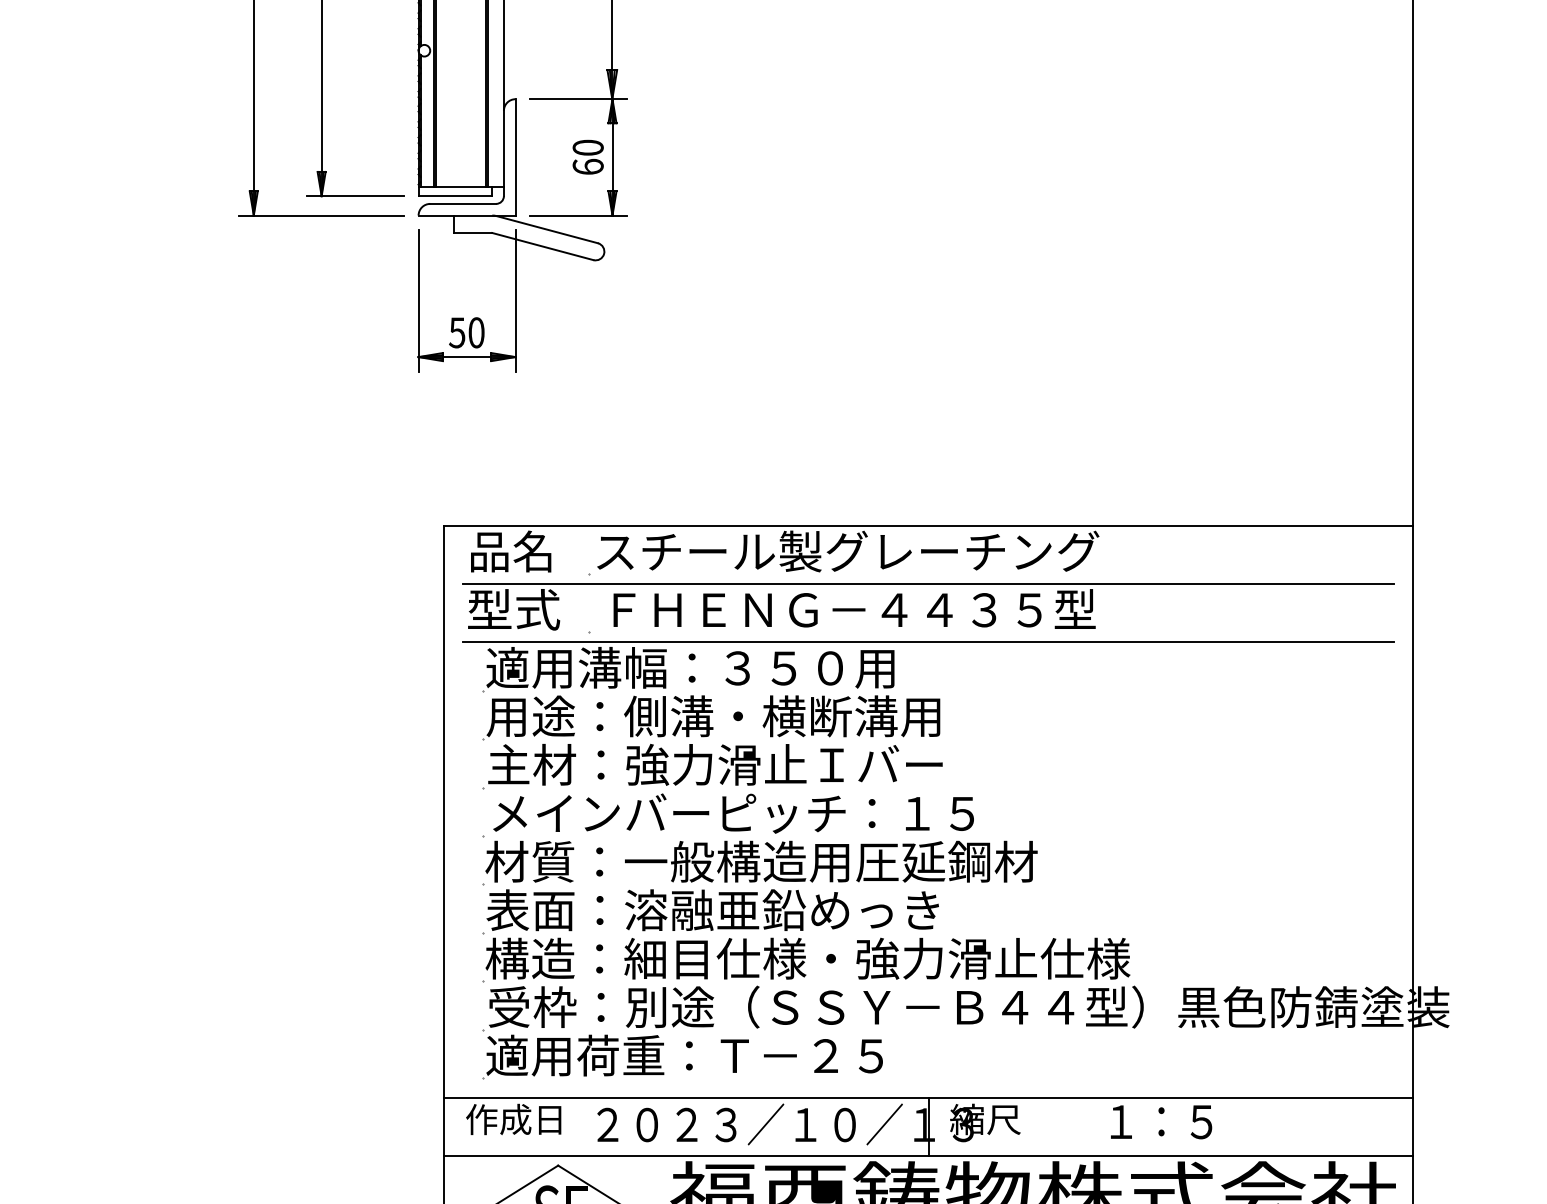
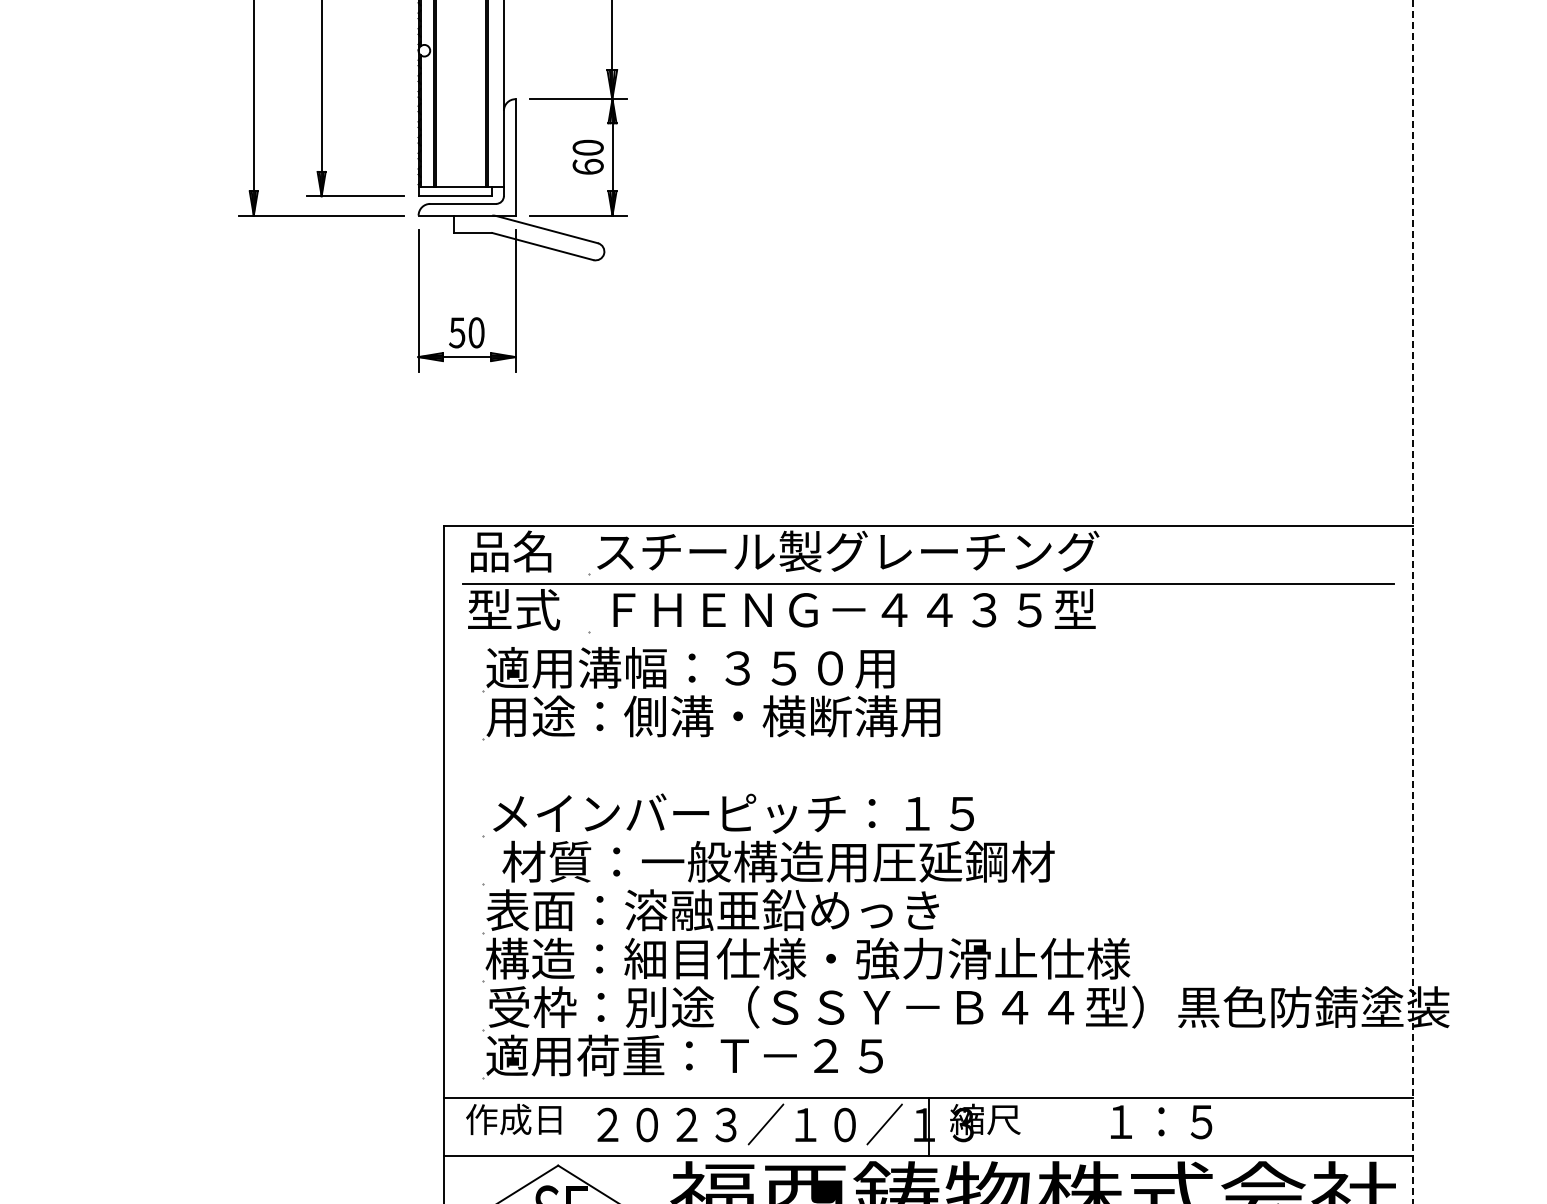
line at (1413, 601): solid -> dashed
line at (928, 642): present -> none
part at (712, 766): present -> none
text at (761, 861) position: (761, 861) -> (778, 861)
